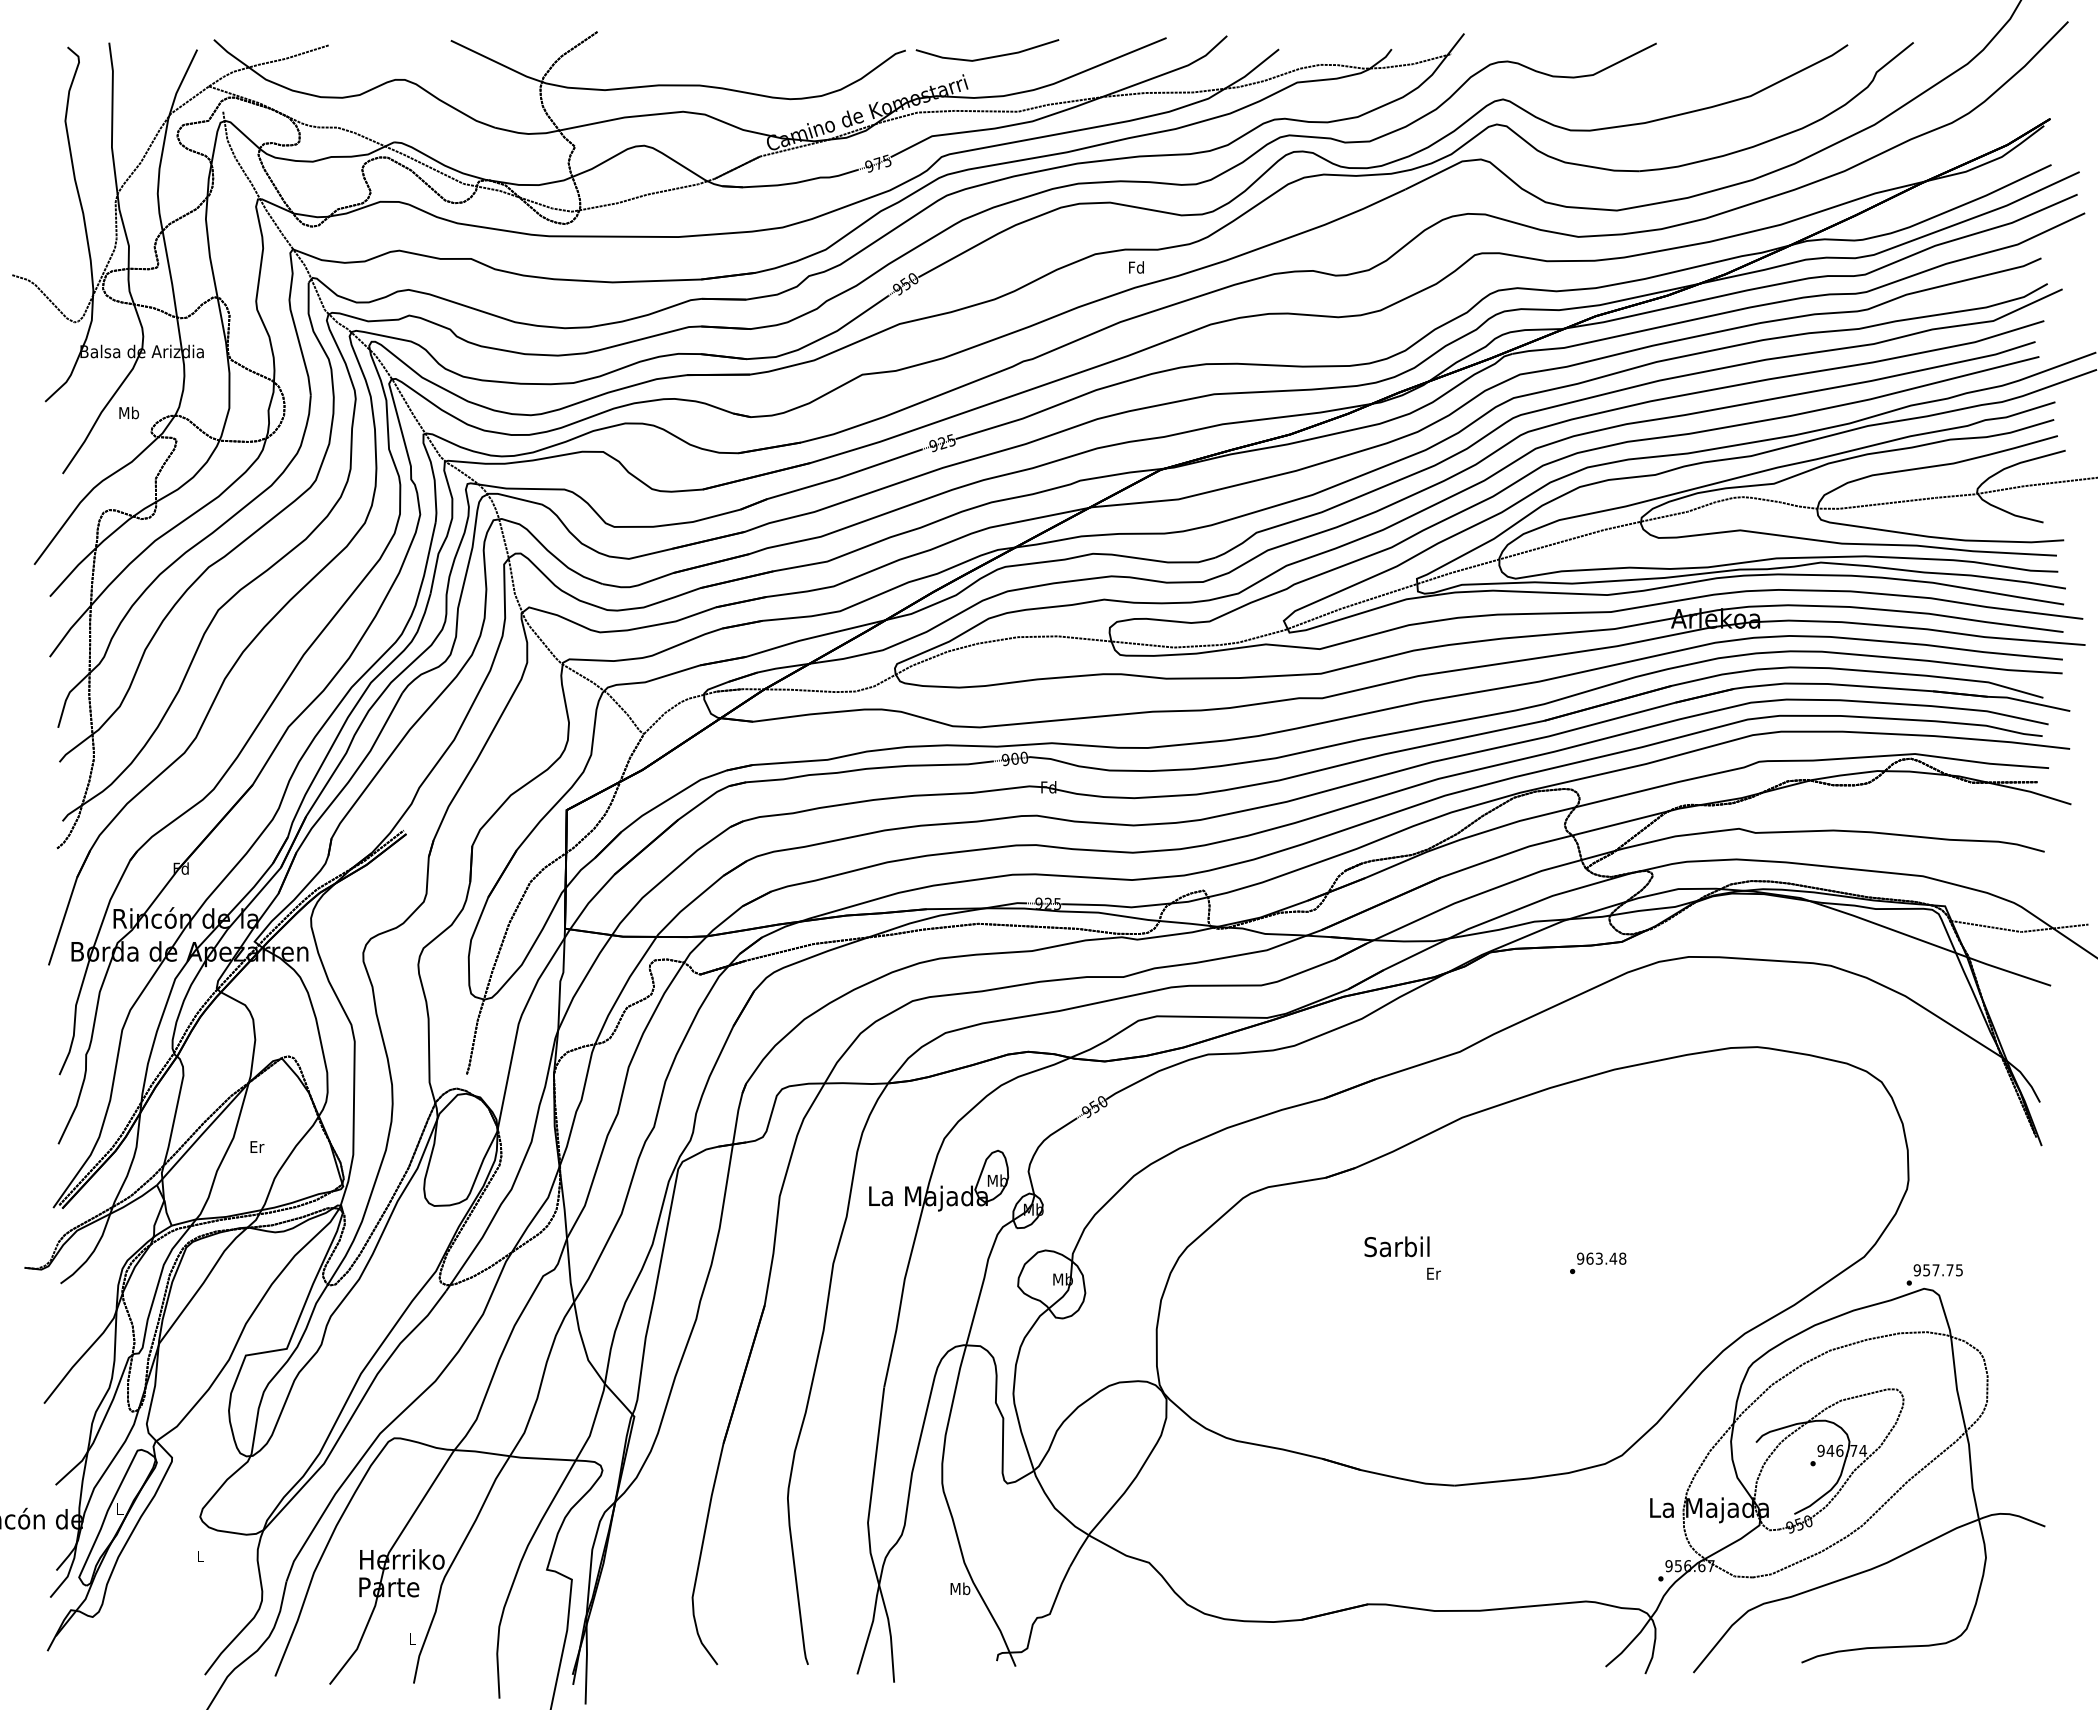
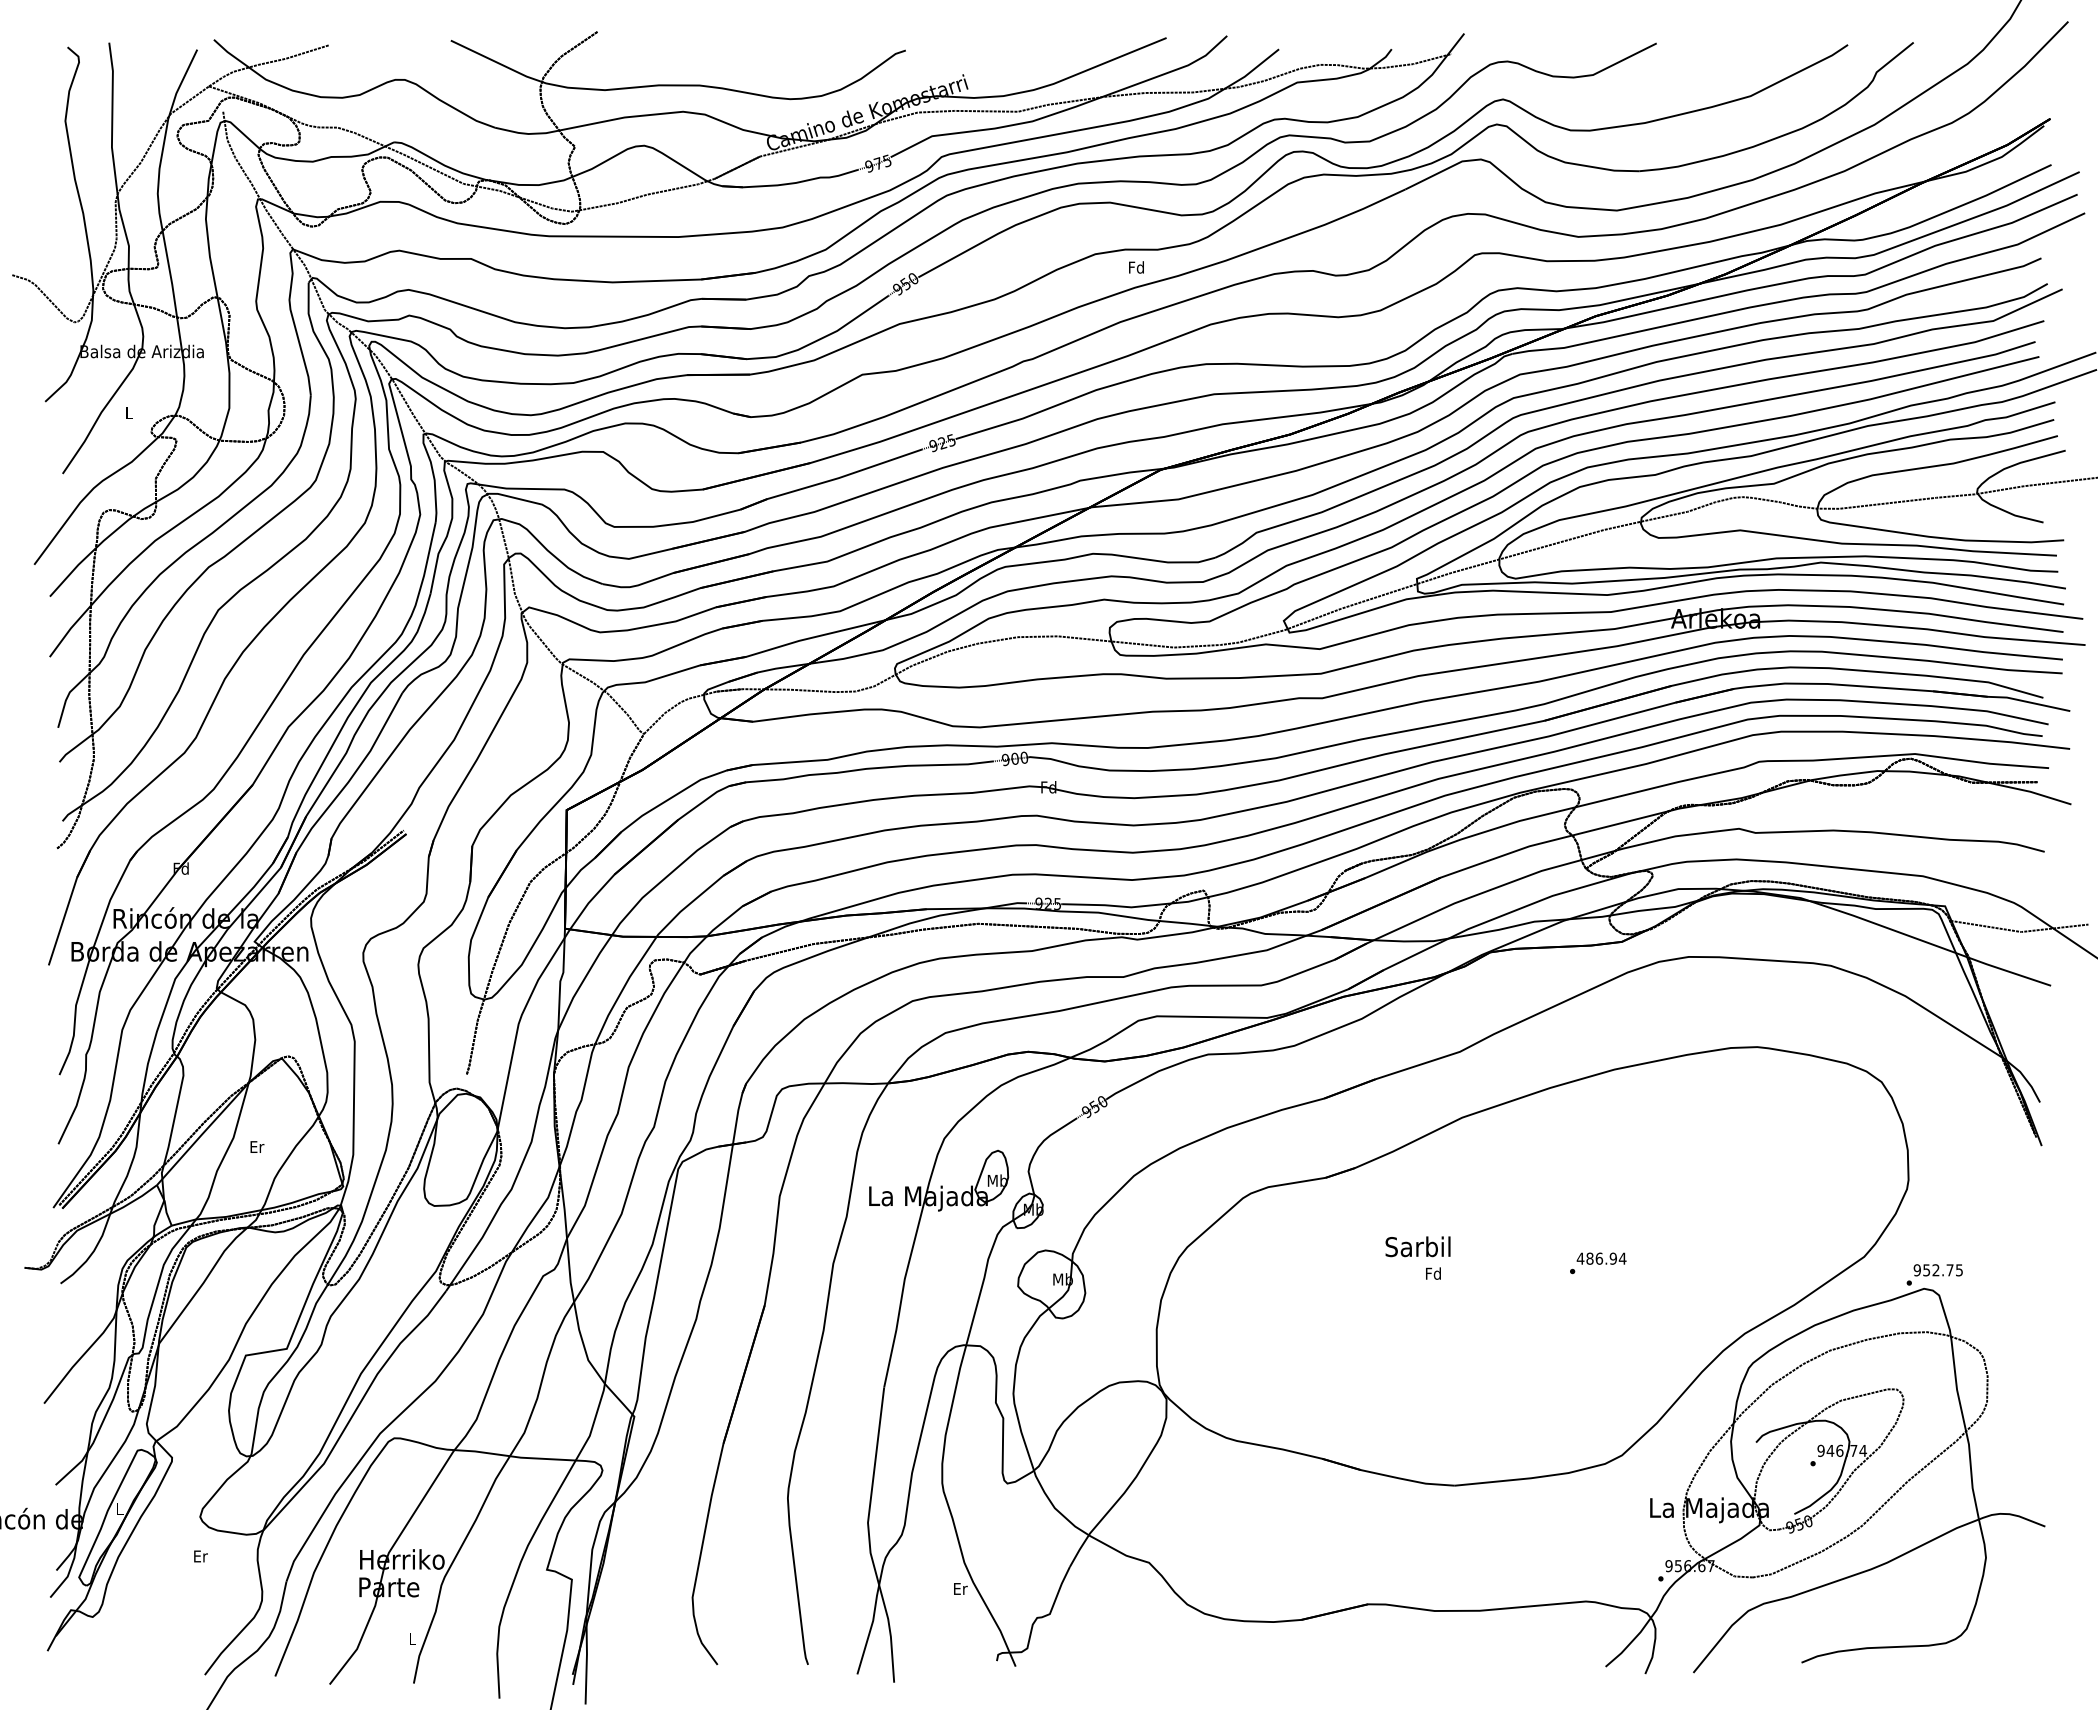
line at (989, 56): present -> none
text at (129, 412): Mb -> L
text at (1396, 1246) position: (1396, 1246) -> (1417, 1246)
text at (1601, 1258): 963.48 -> 486.94
text at (1935, 1270): 957.75 -> 952.75
text at (1433, 1273): Er -> Fd
text at (200, 1556): L -> Er
text at (960, 1588): Mb -> Er
